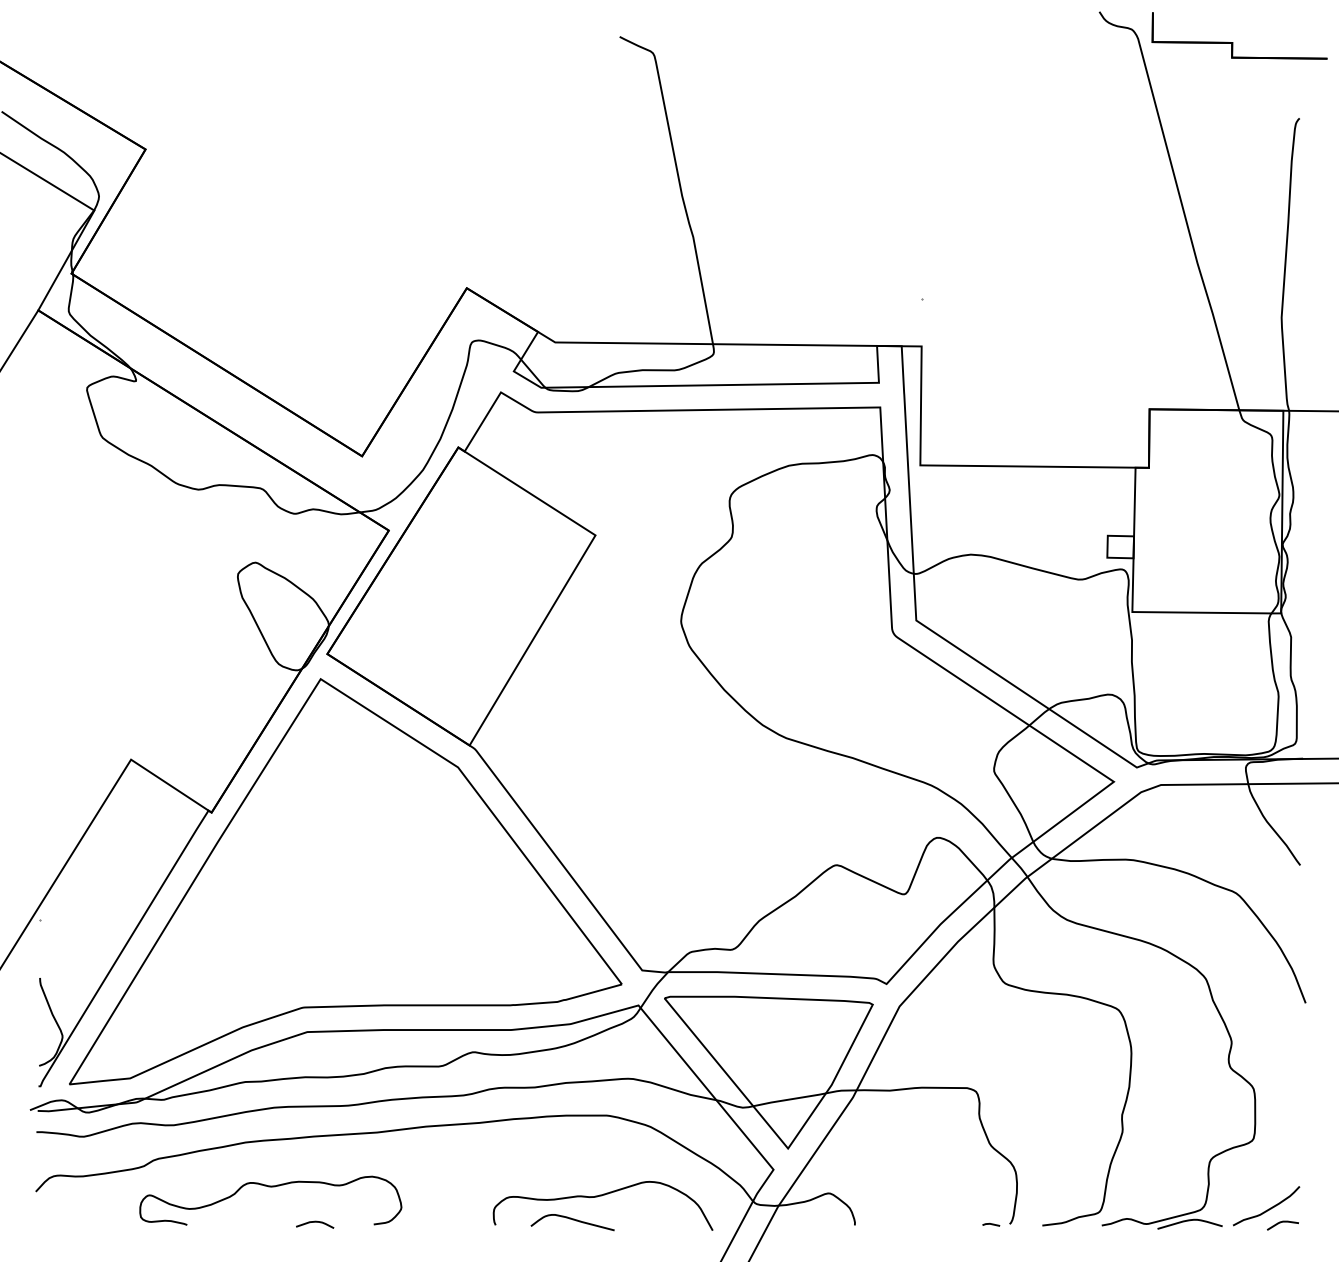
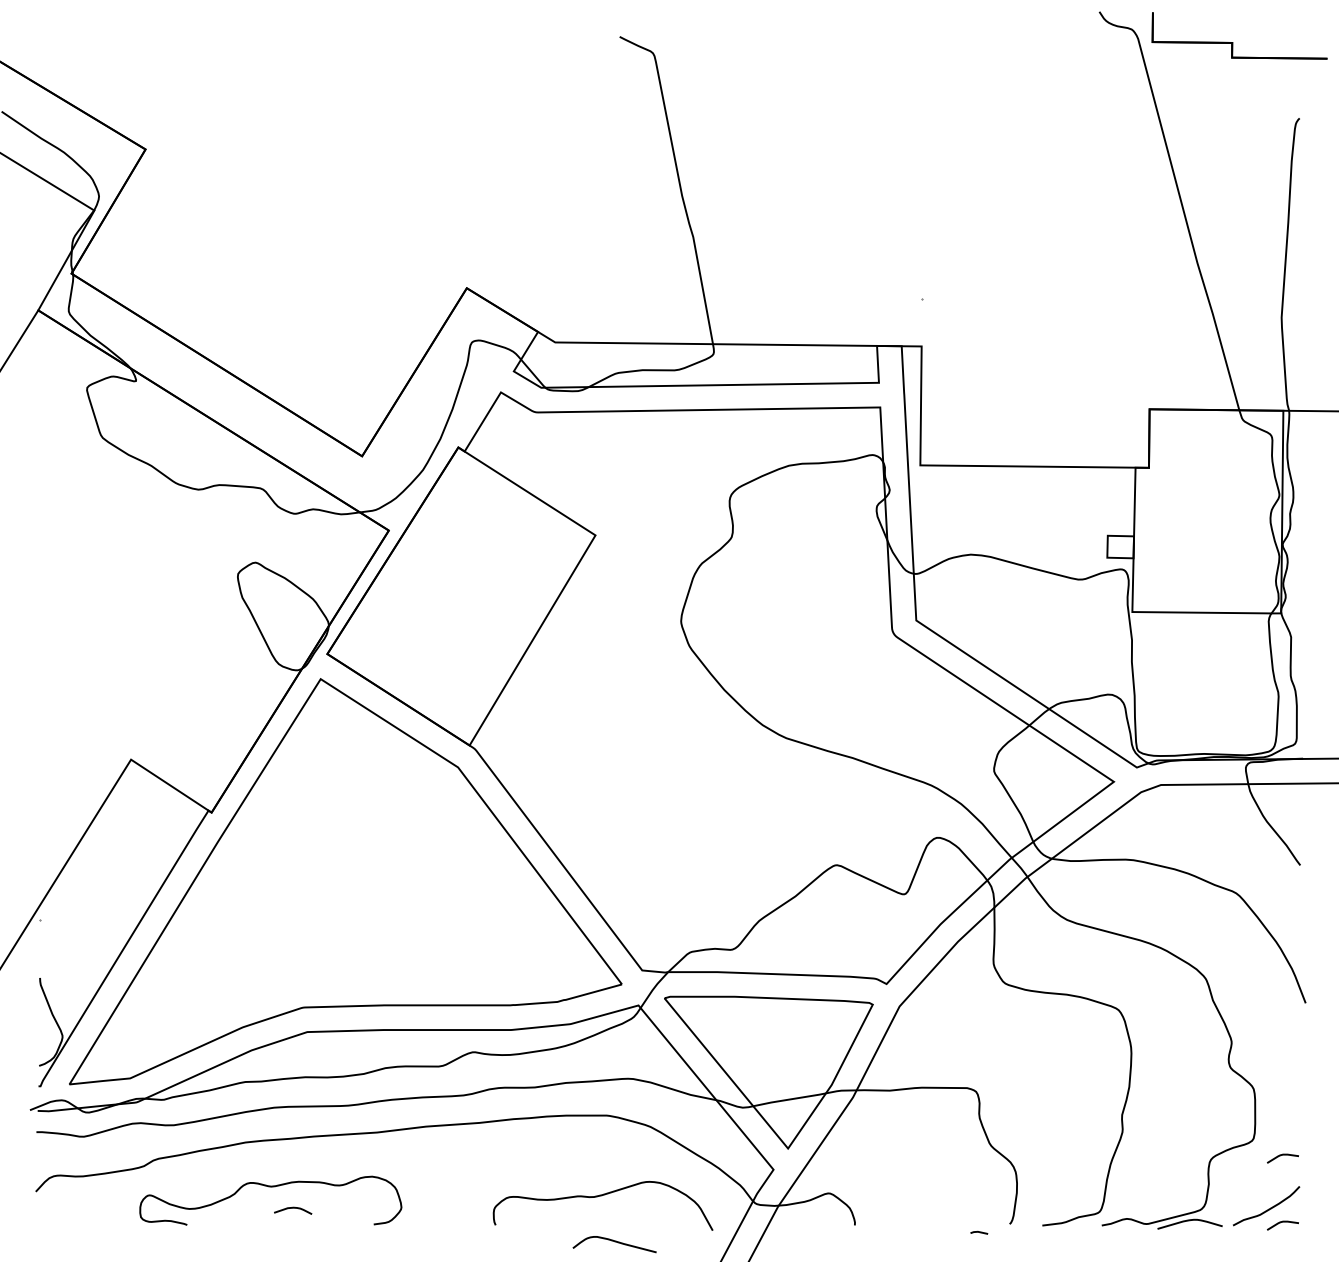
curve at (1280, 1156): none -> present
curve at (572, 1220) position: (572, 1220) -> (614, 1242)
curve at (315, 1222) position: (315, 1222) -> (293, 1208)
line at (991, 1224) position: (991, 1224) -> (979, 1232)
